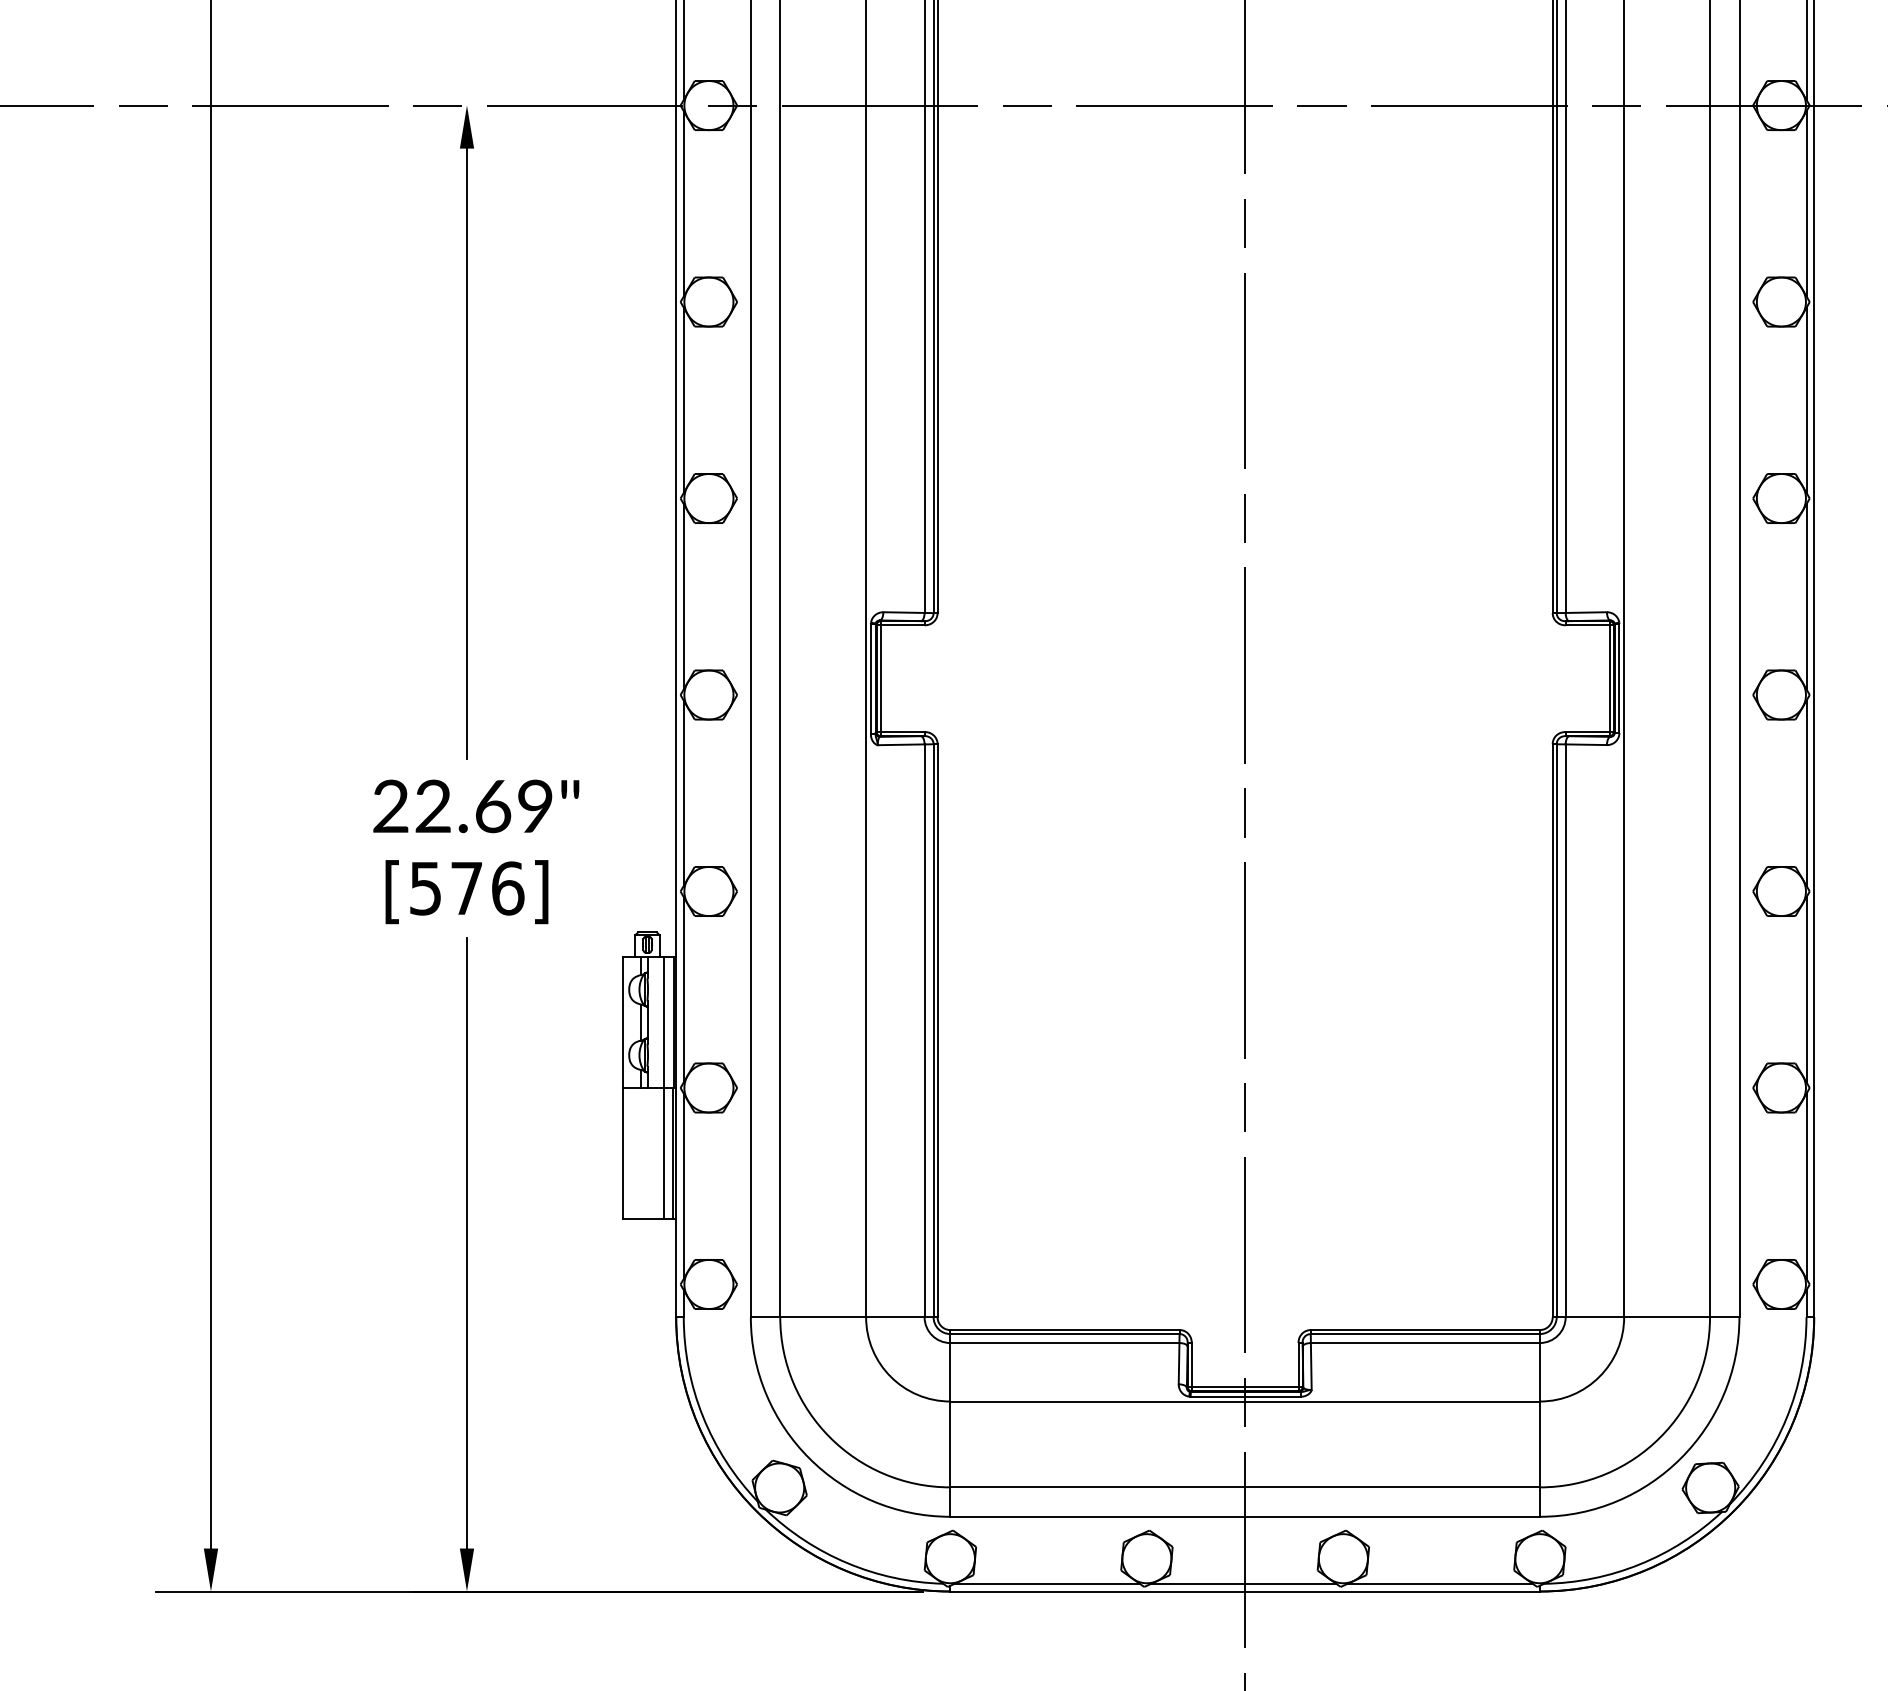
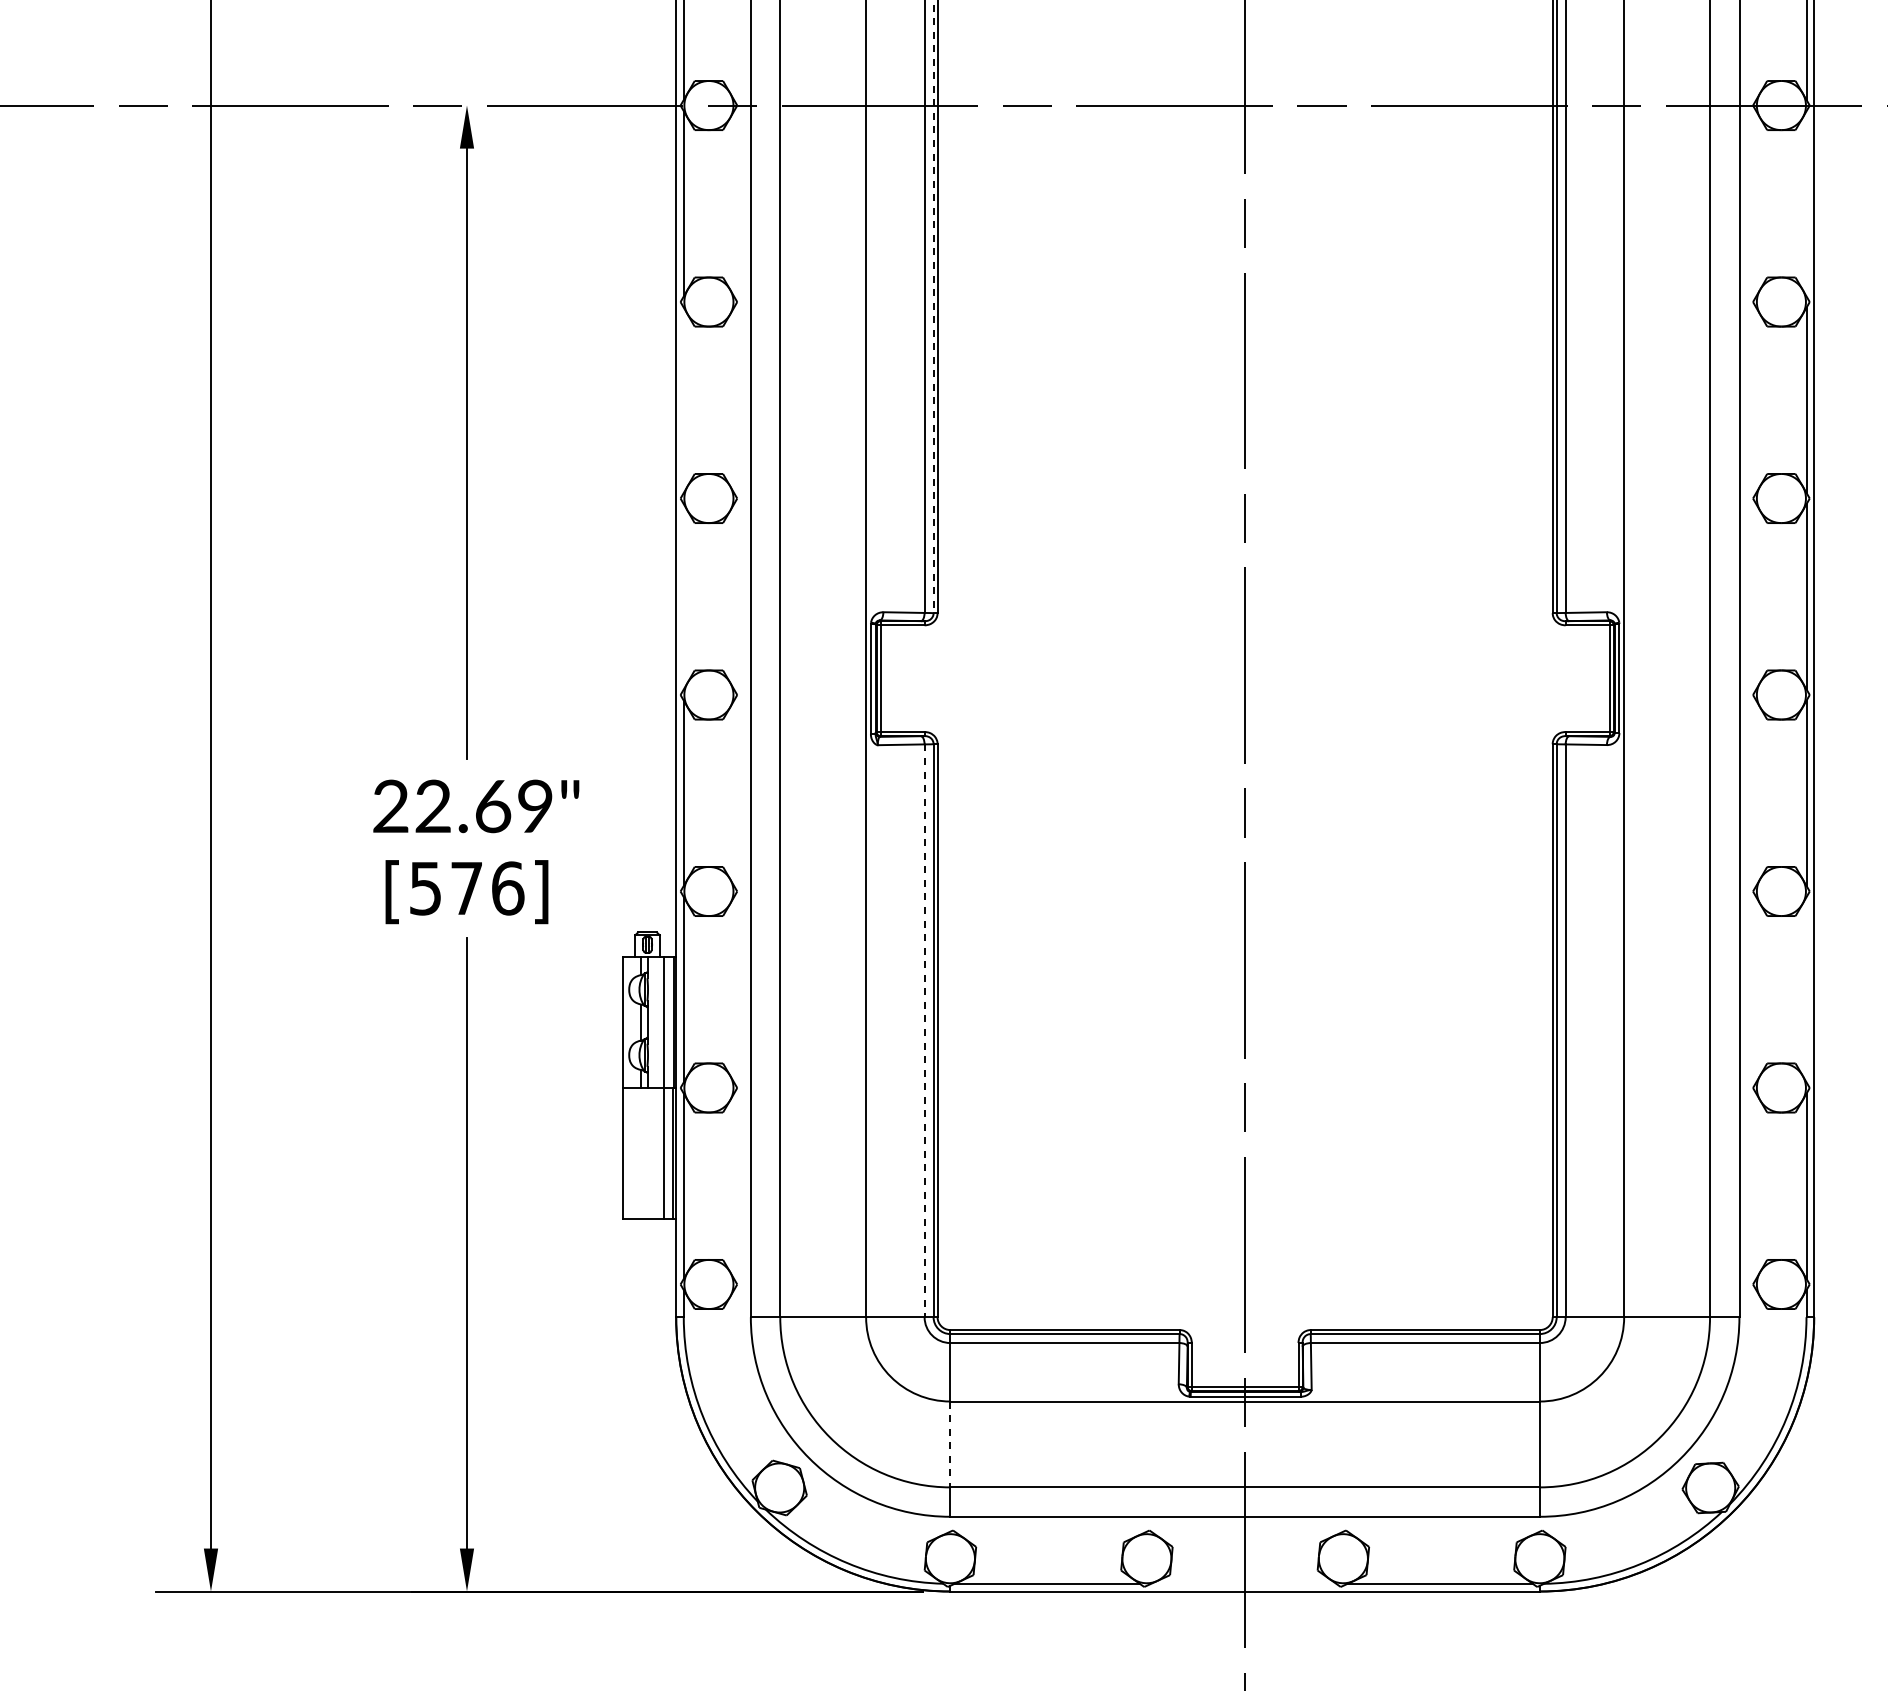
line at (1806, 203): present -> none
line at (933, 307): solid -> dashed
line at (683, 399): present -> none
line at (683, 596): present -> none
line at (1806, 989): present -> none
line at (924, 1031): solid -> dashed
line at (950, 1444): solid -> dashed
line at (1243, 1583): present -> none
